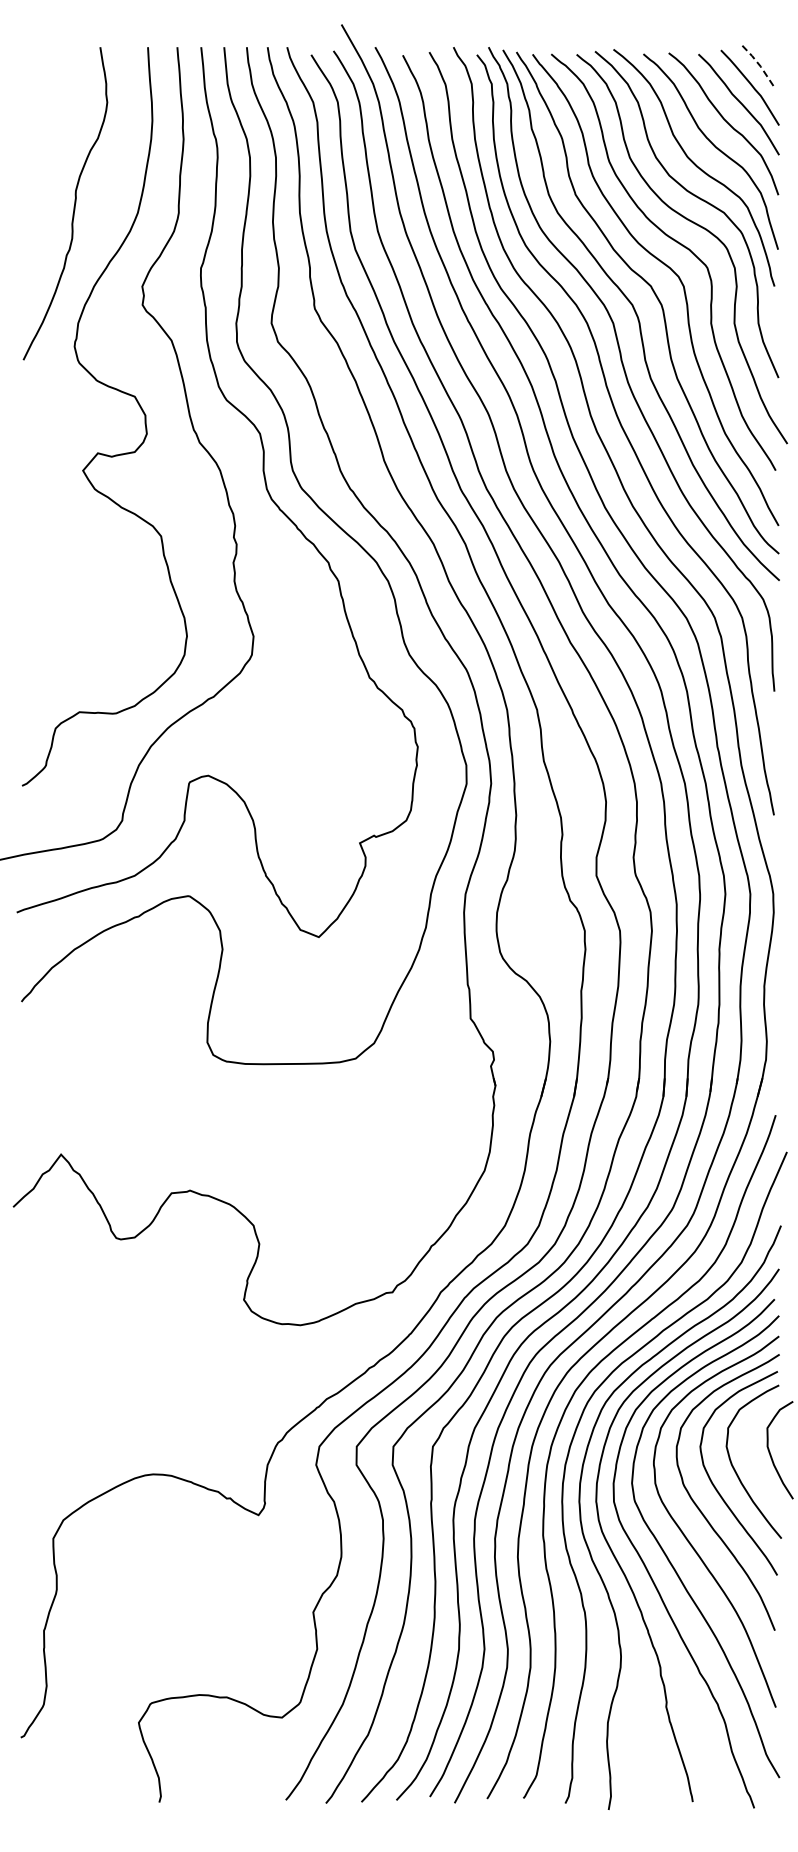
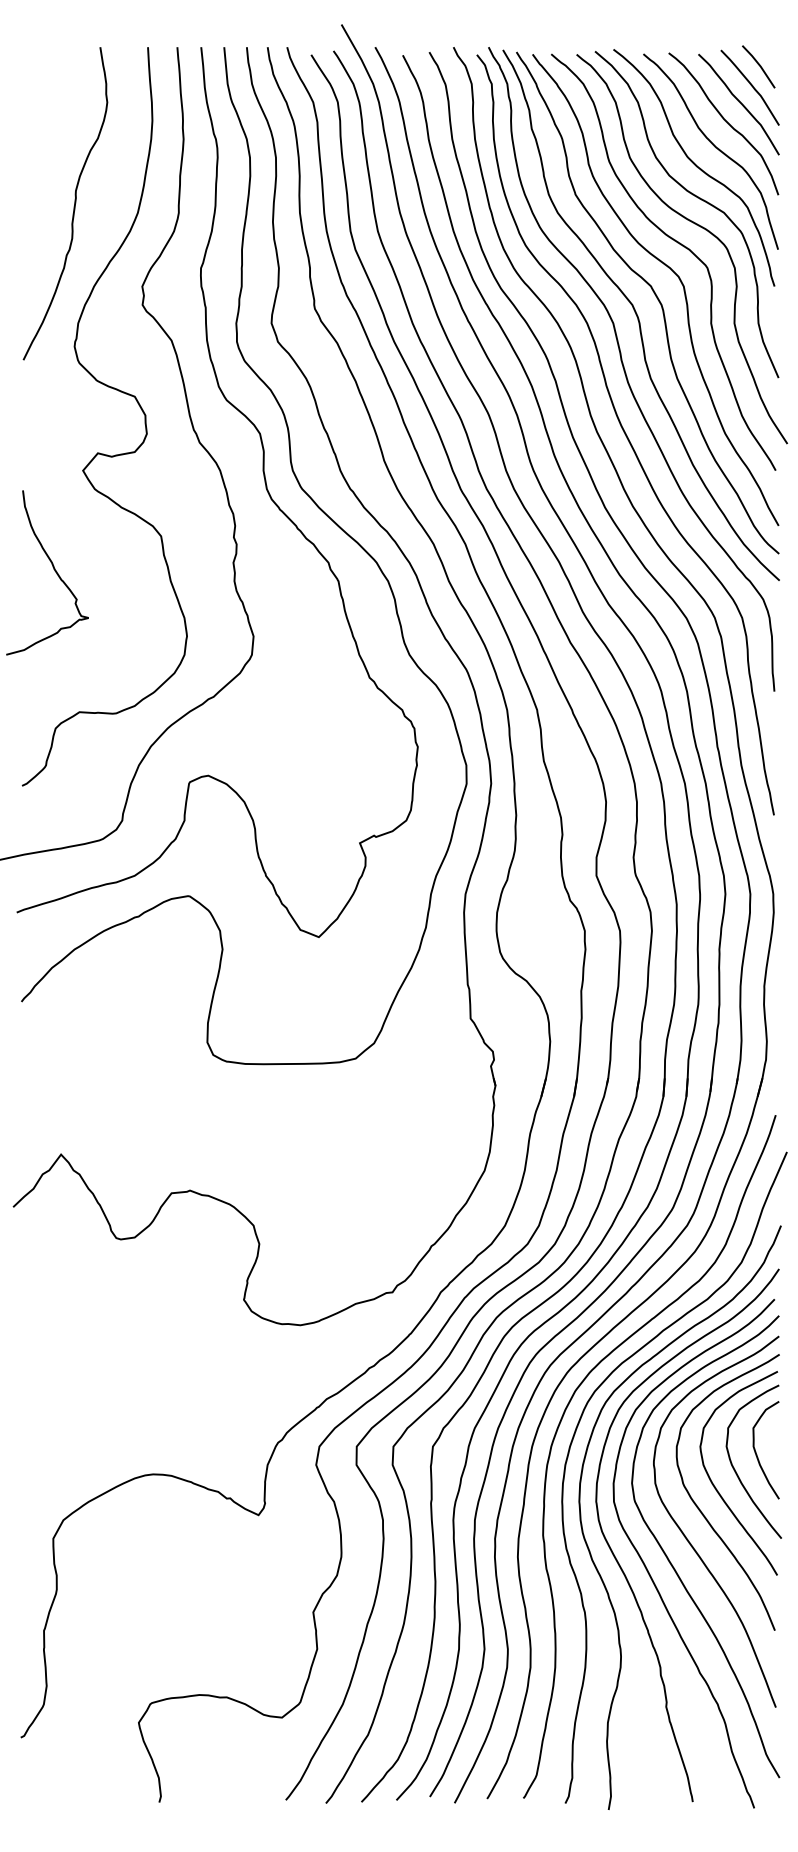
line at (760, 65): dashed -> solid
curve at (53, 569): none -> present
curve at (771, 1454) position: (771, 1454) -> (757, 1454)
